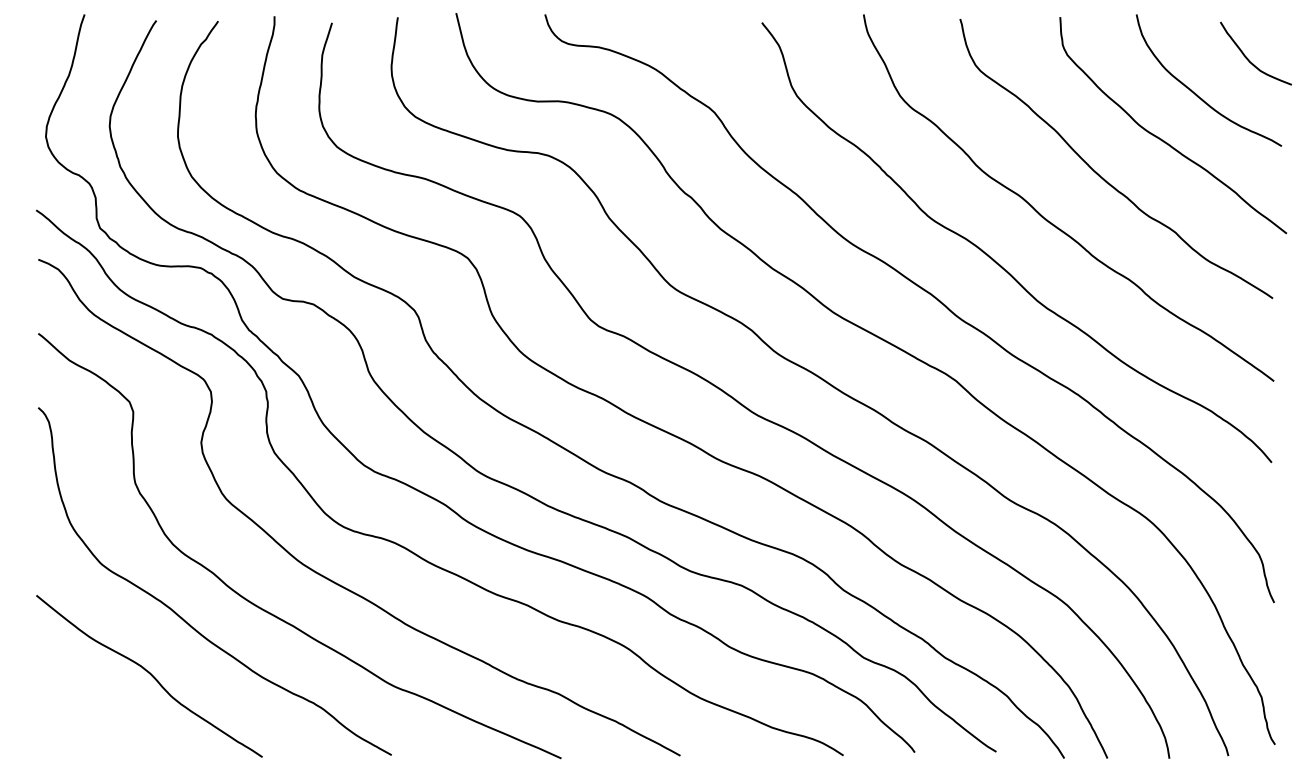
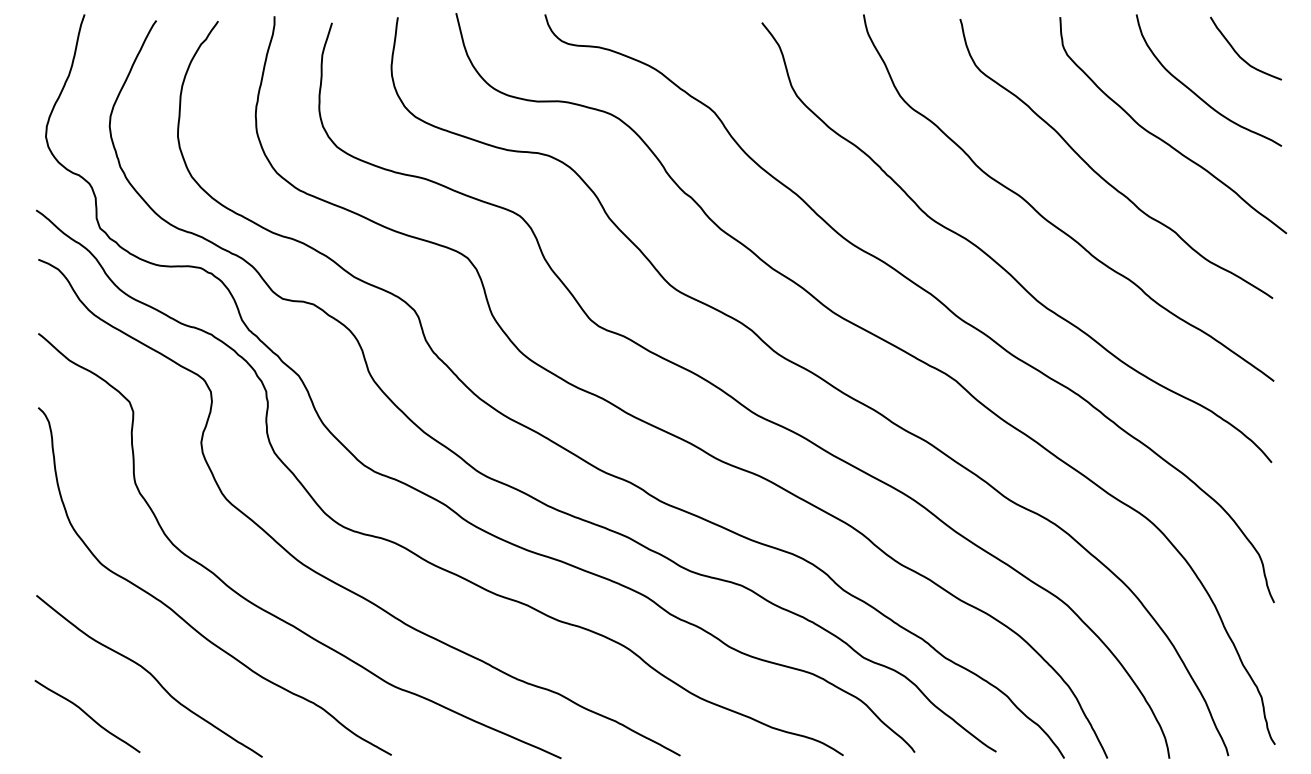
curve at (1249, 59) position: (1249, 59) -> (1239, 54)
curve at (87, 716): none -> present
